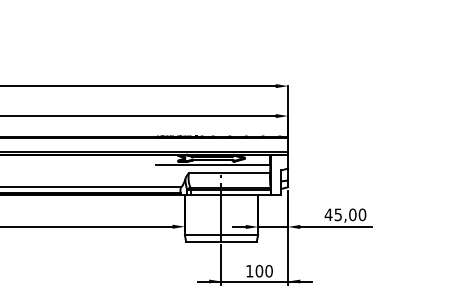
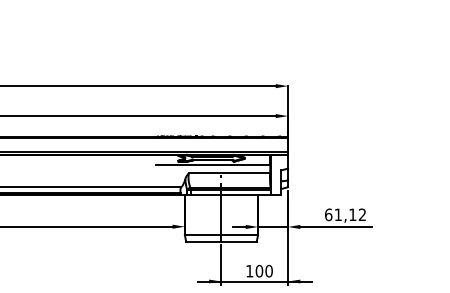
text at (345, 214): 45,00 -> 61,12
